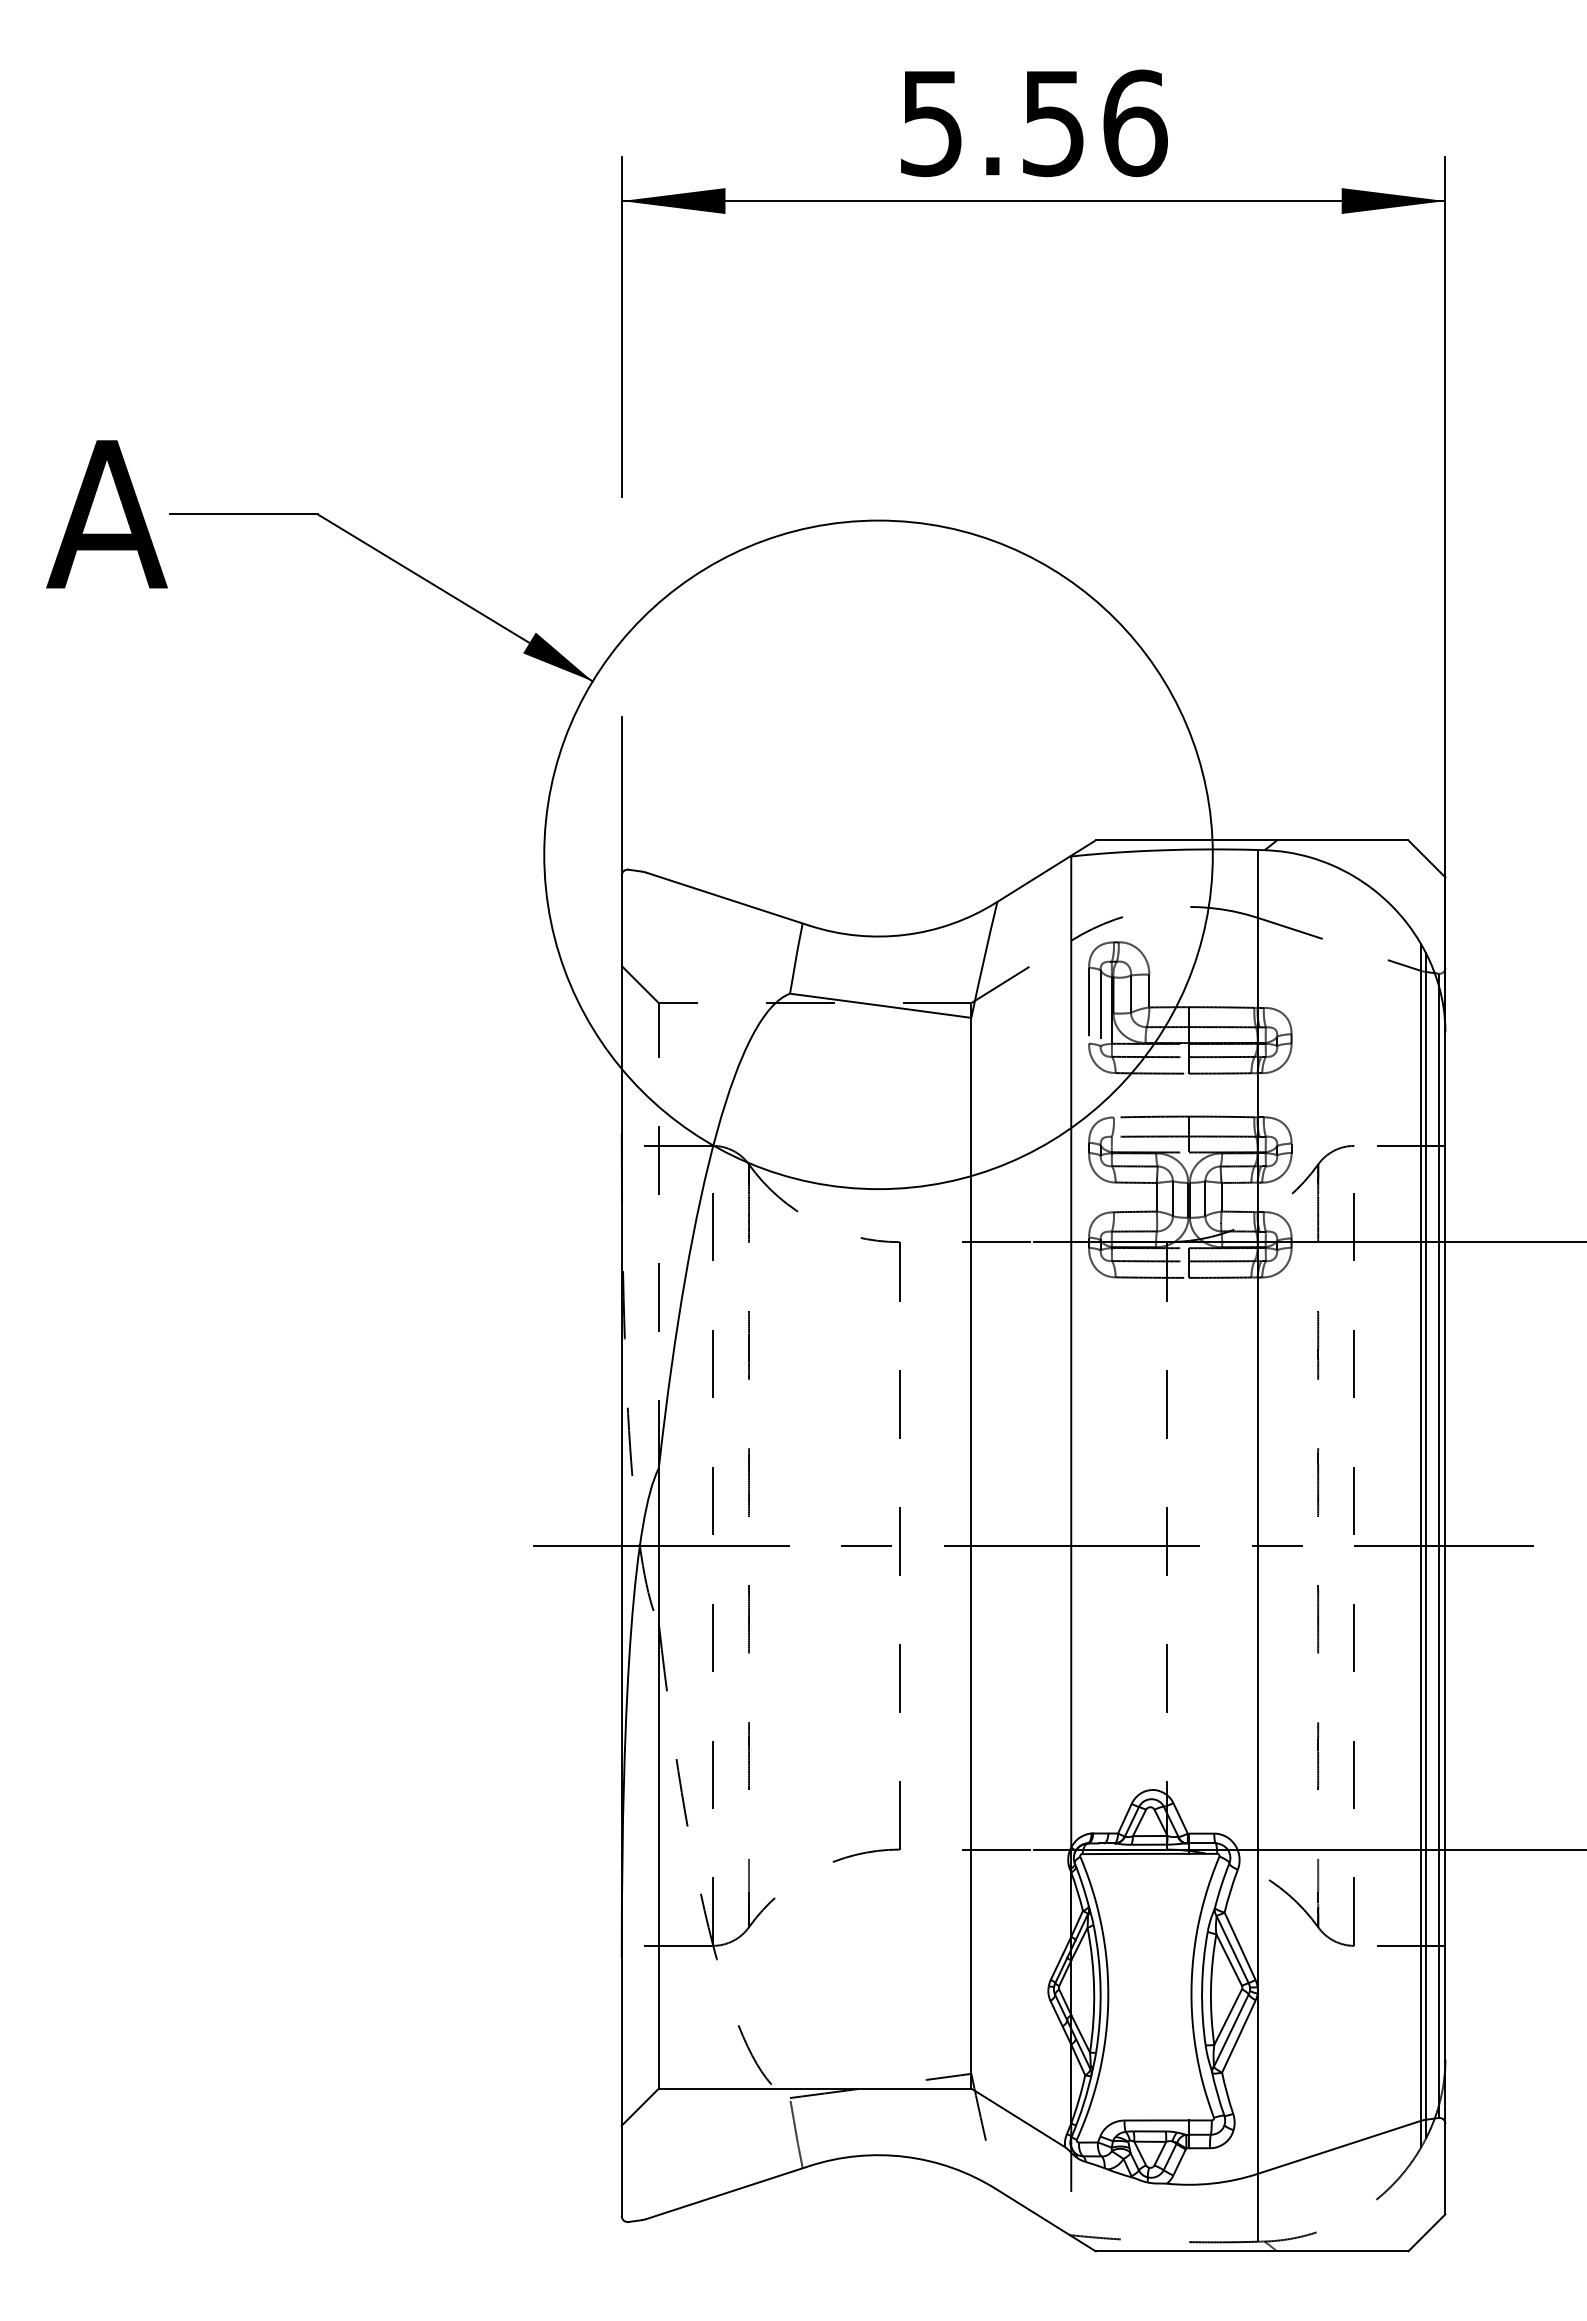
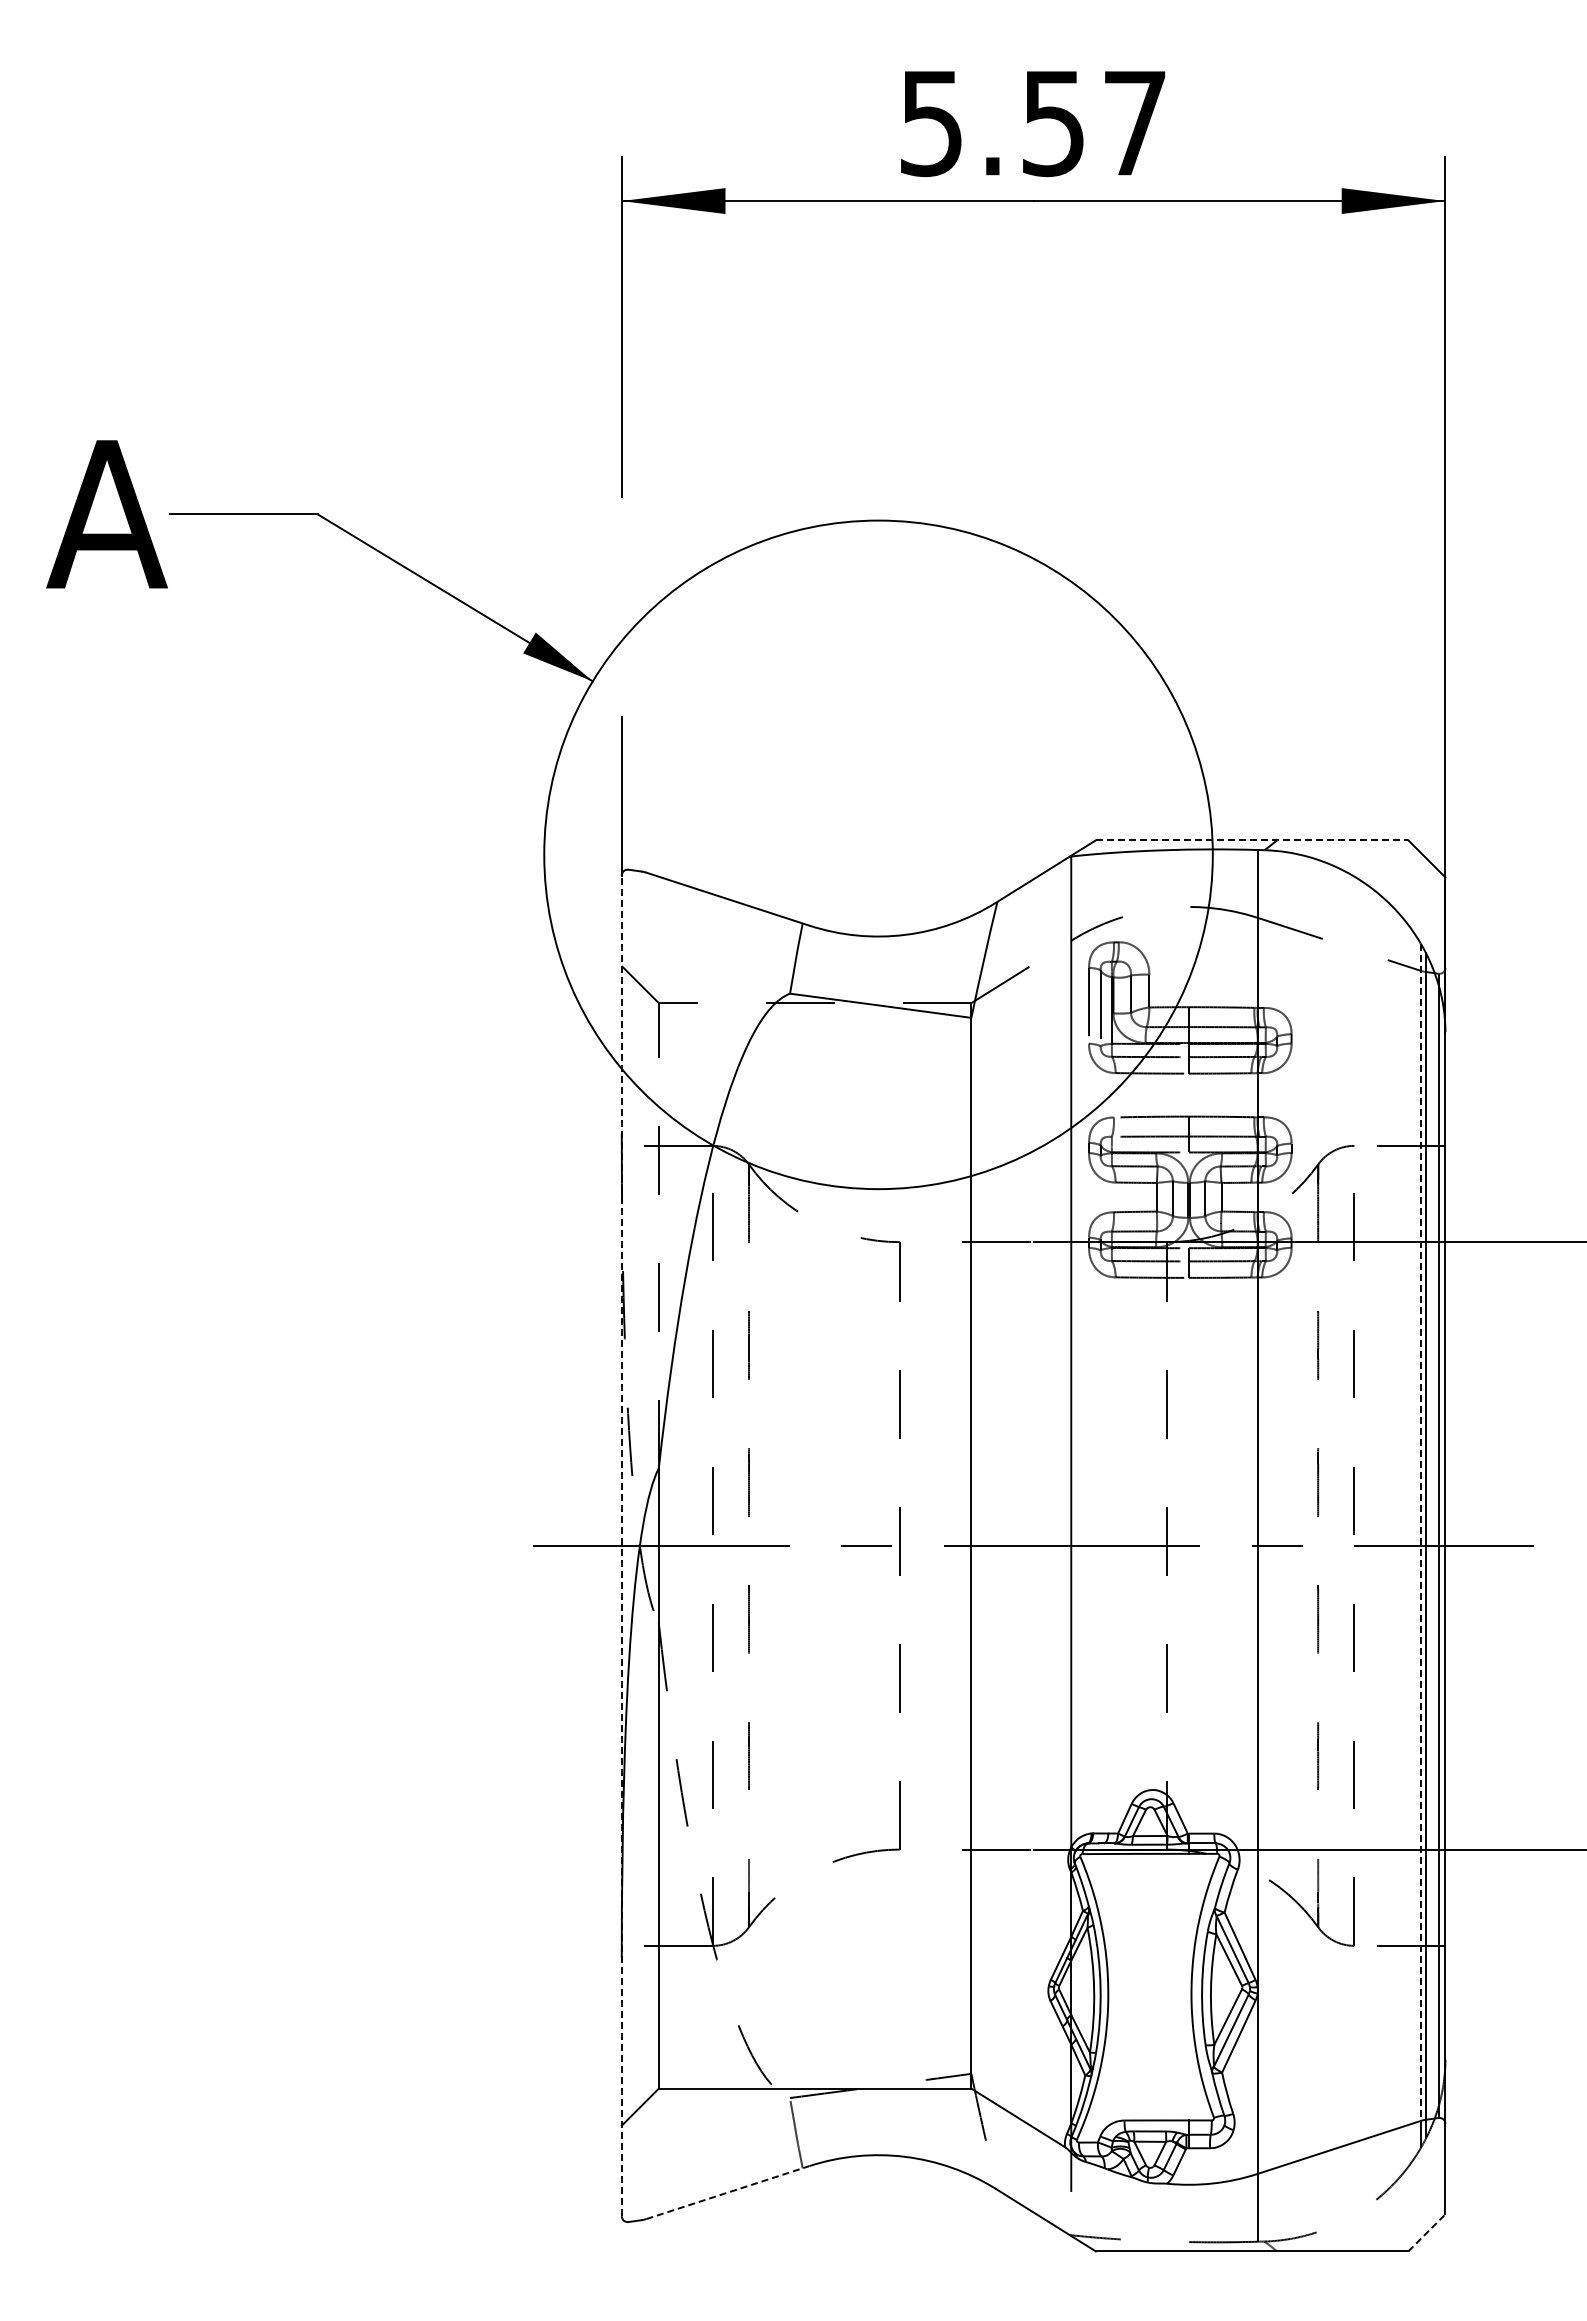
text at (1135, 123): 5.56 -> 5.57
line at (1252, 840): solid -> dashed
line at (1420, 1532): solid -> dashed
line at (621, 1545): solid -> dashed
line at (728, 2192): solid -> dashed
line at (1427, 2232): solid -> dashed
